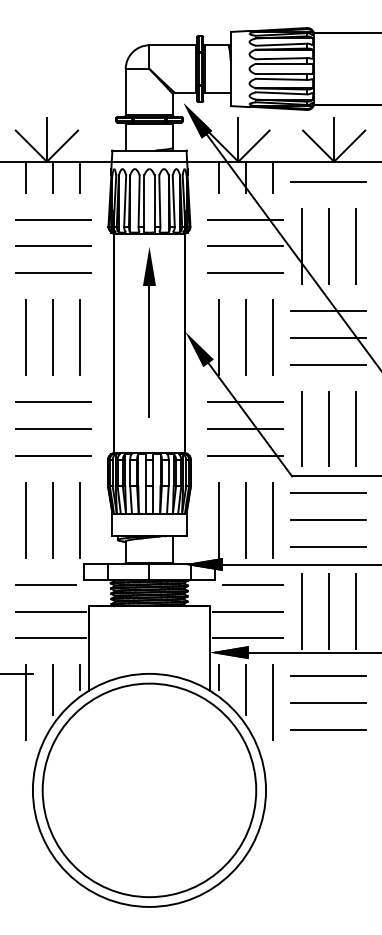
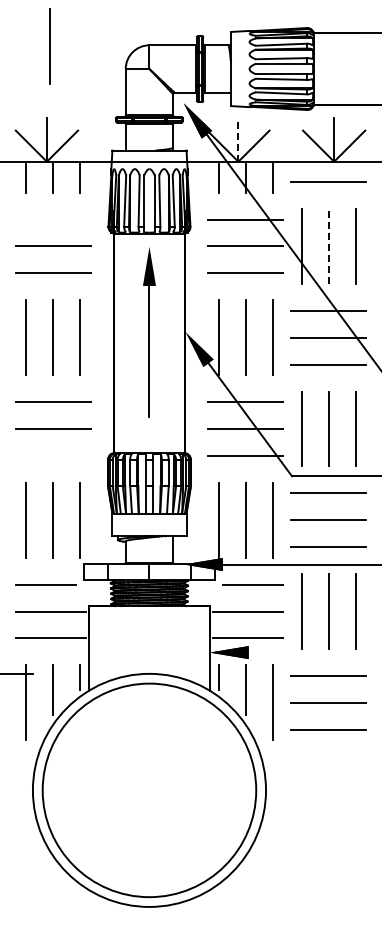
line at (49, 46): none -> present
line at (238, 139): solid -> dashed
line at (53, 219): present -> none
line at (328, 245): solid -> dashed
line at (52, 455): present -> none
line at (313, 652): present -> none
